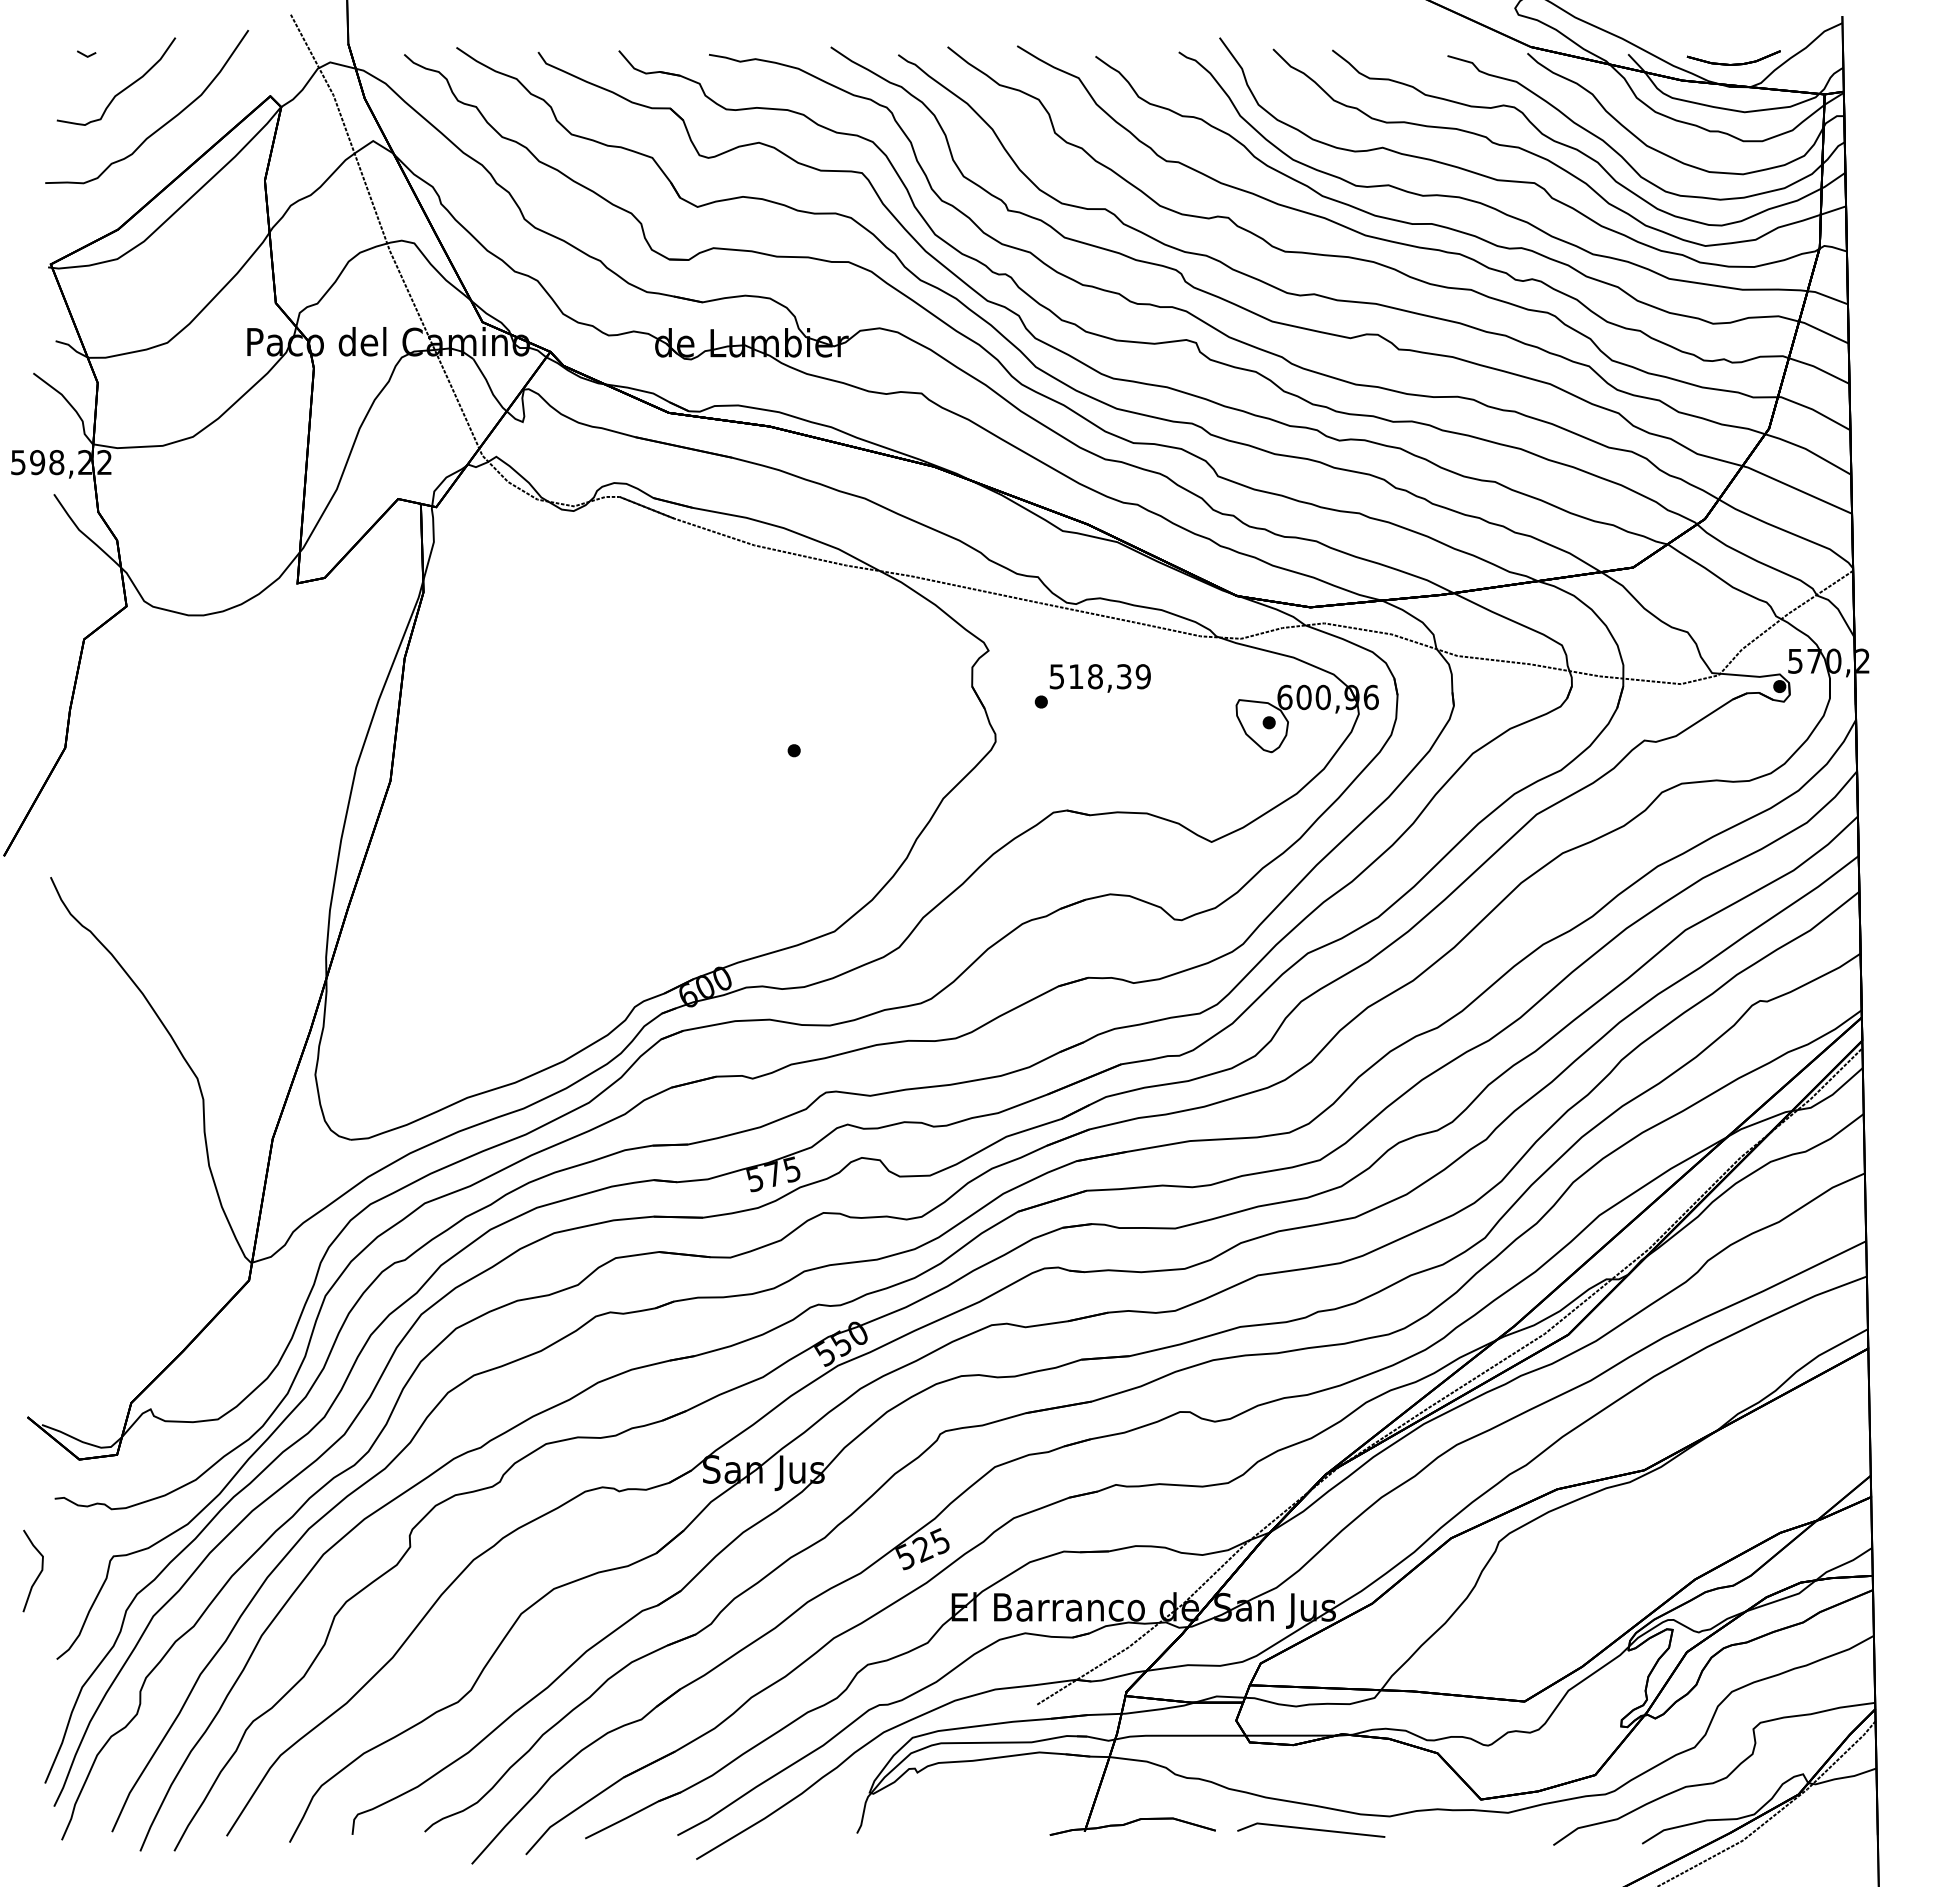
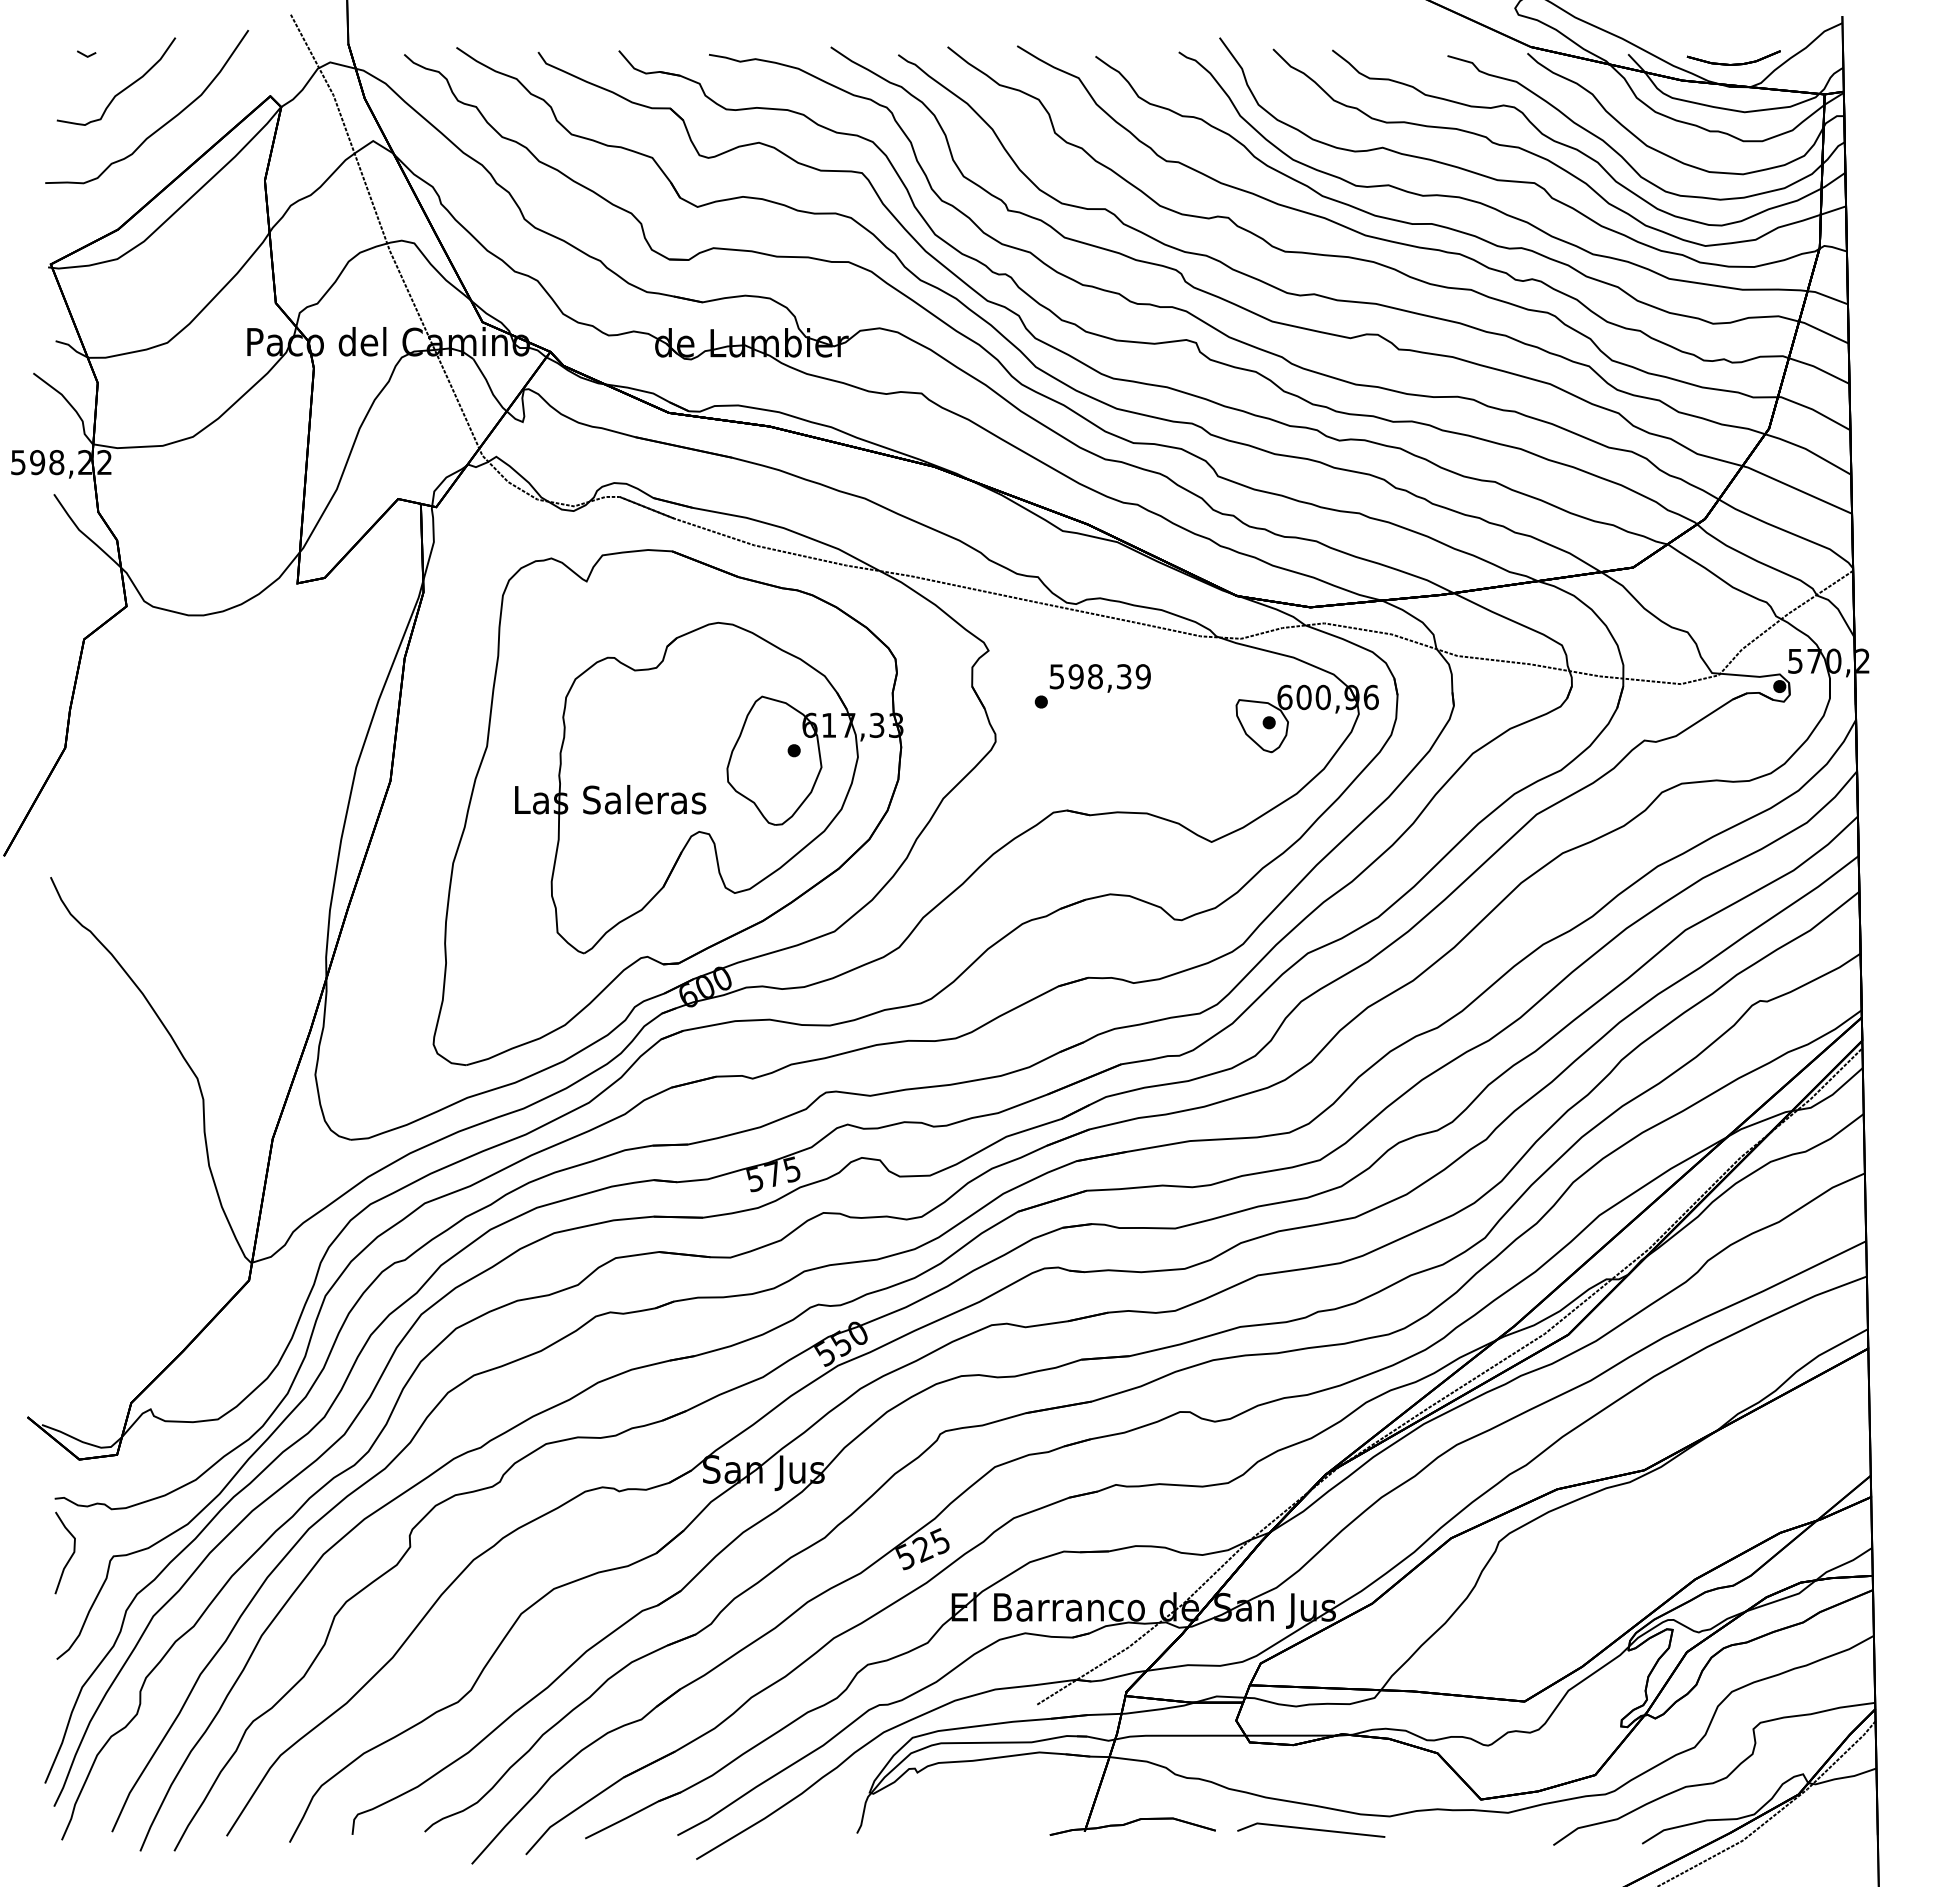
text at (1075, 676): 518,39 -> 598,39
part at (667, 807): none -> present
curve at (37, 1575) position: (37, 1575) -> (69, 1557)
